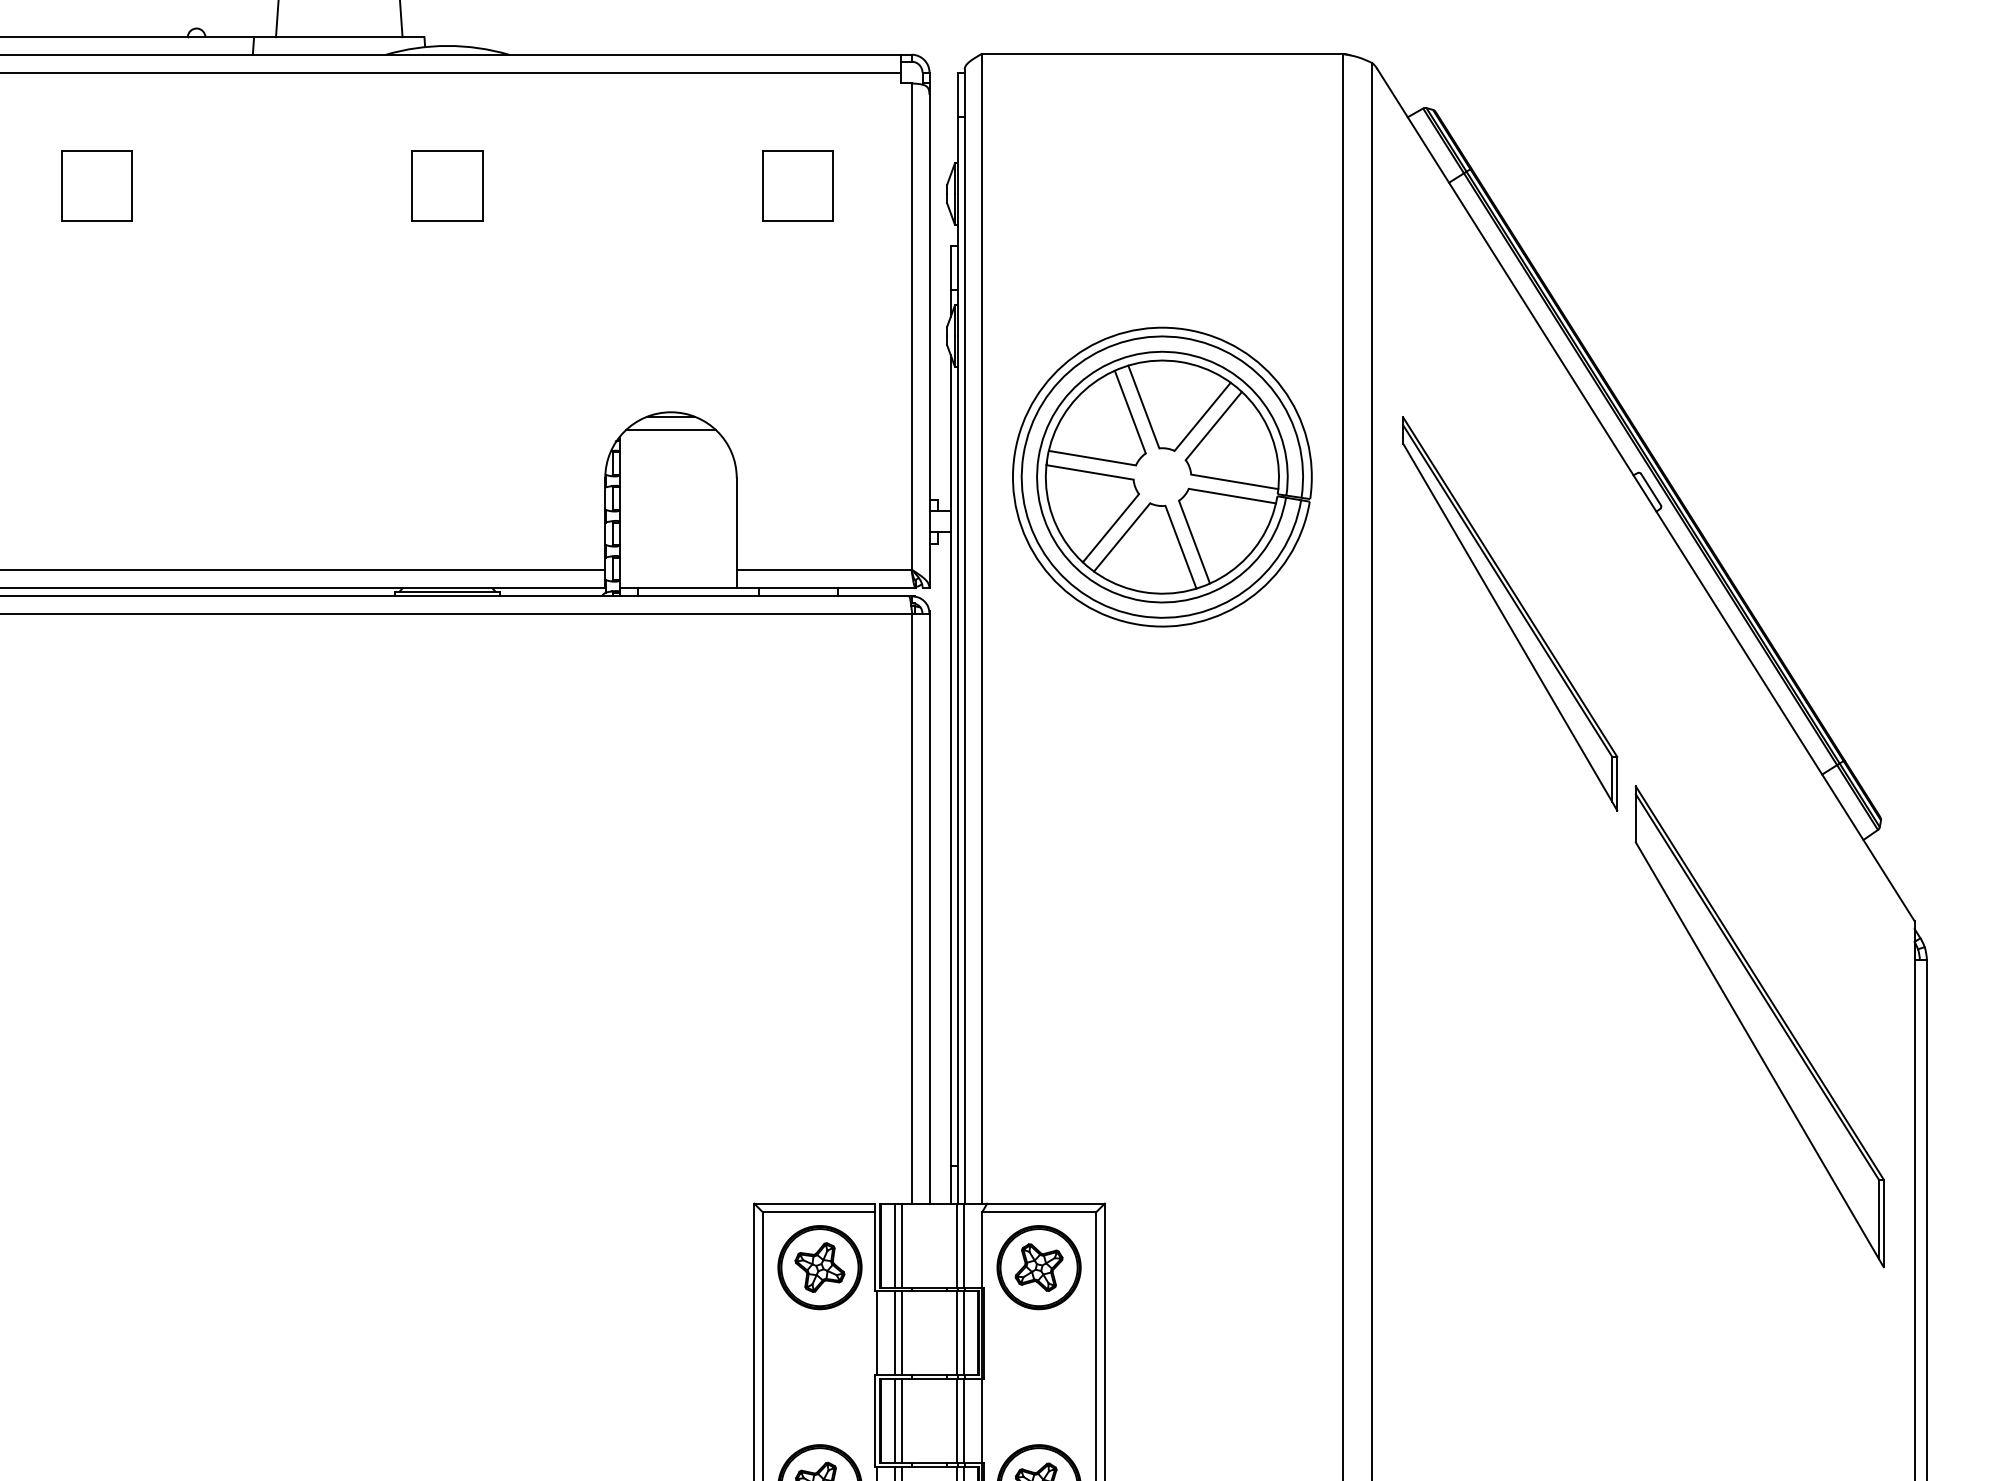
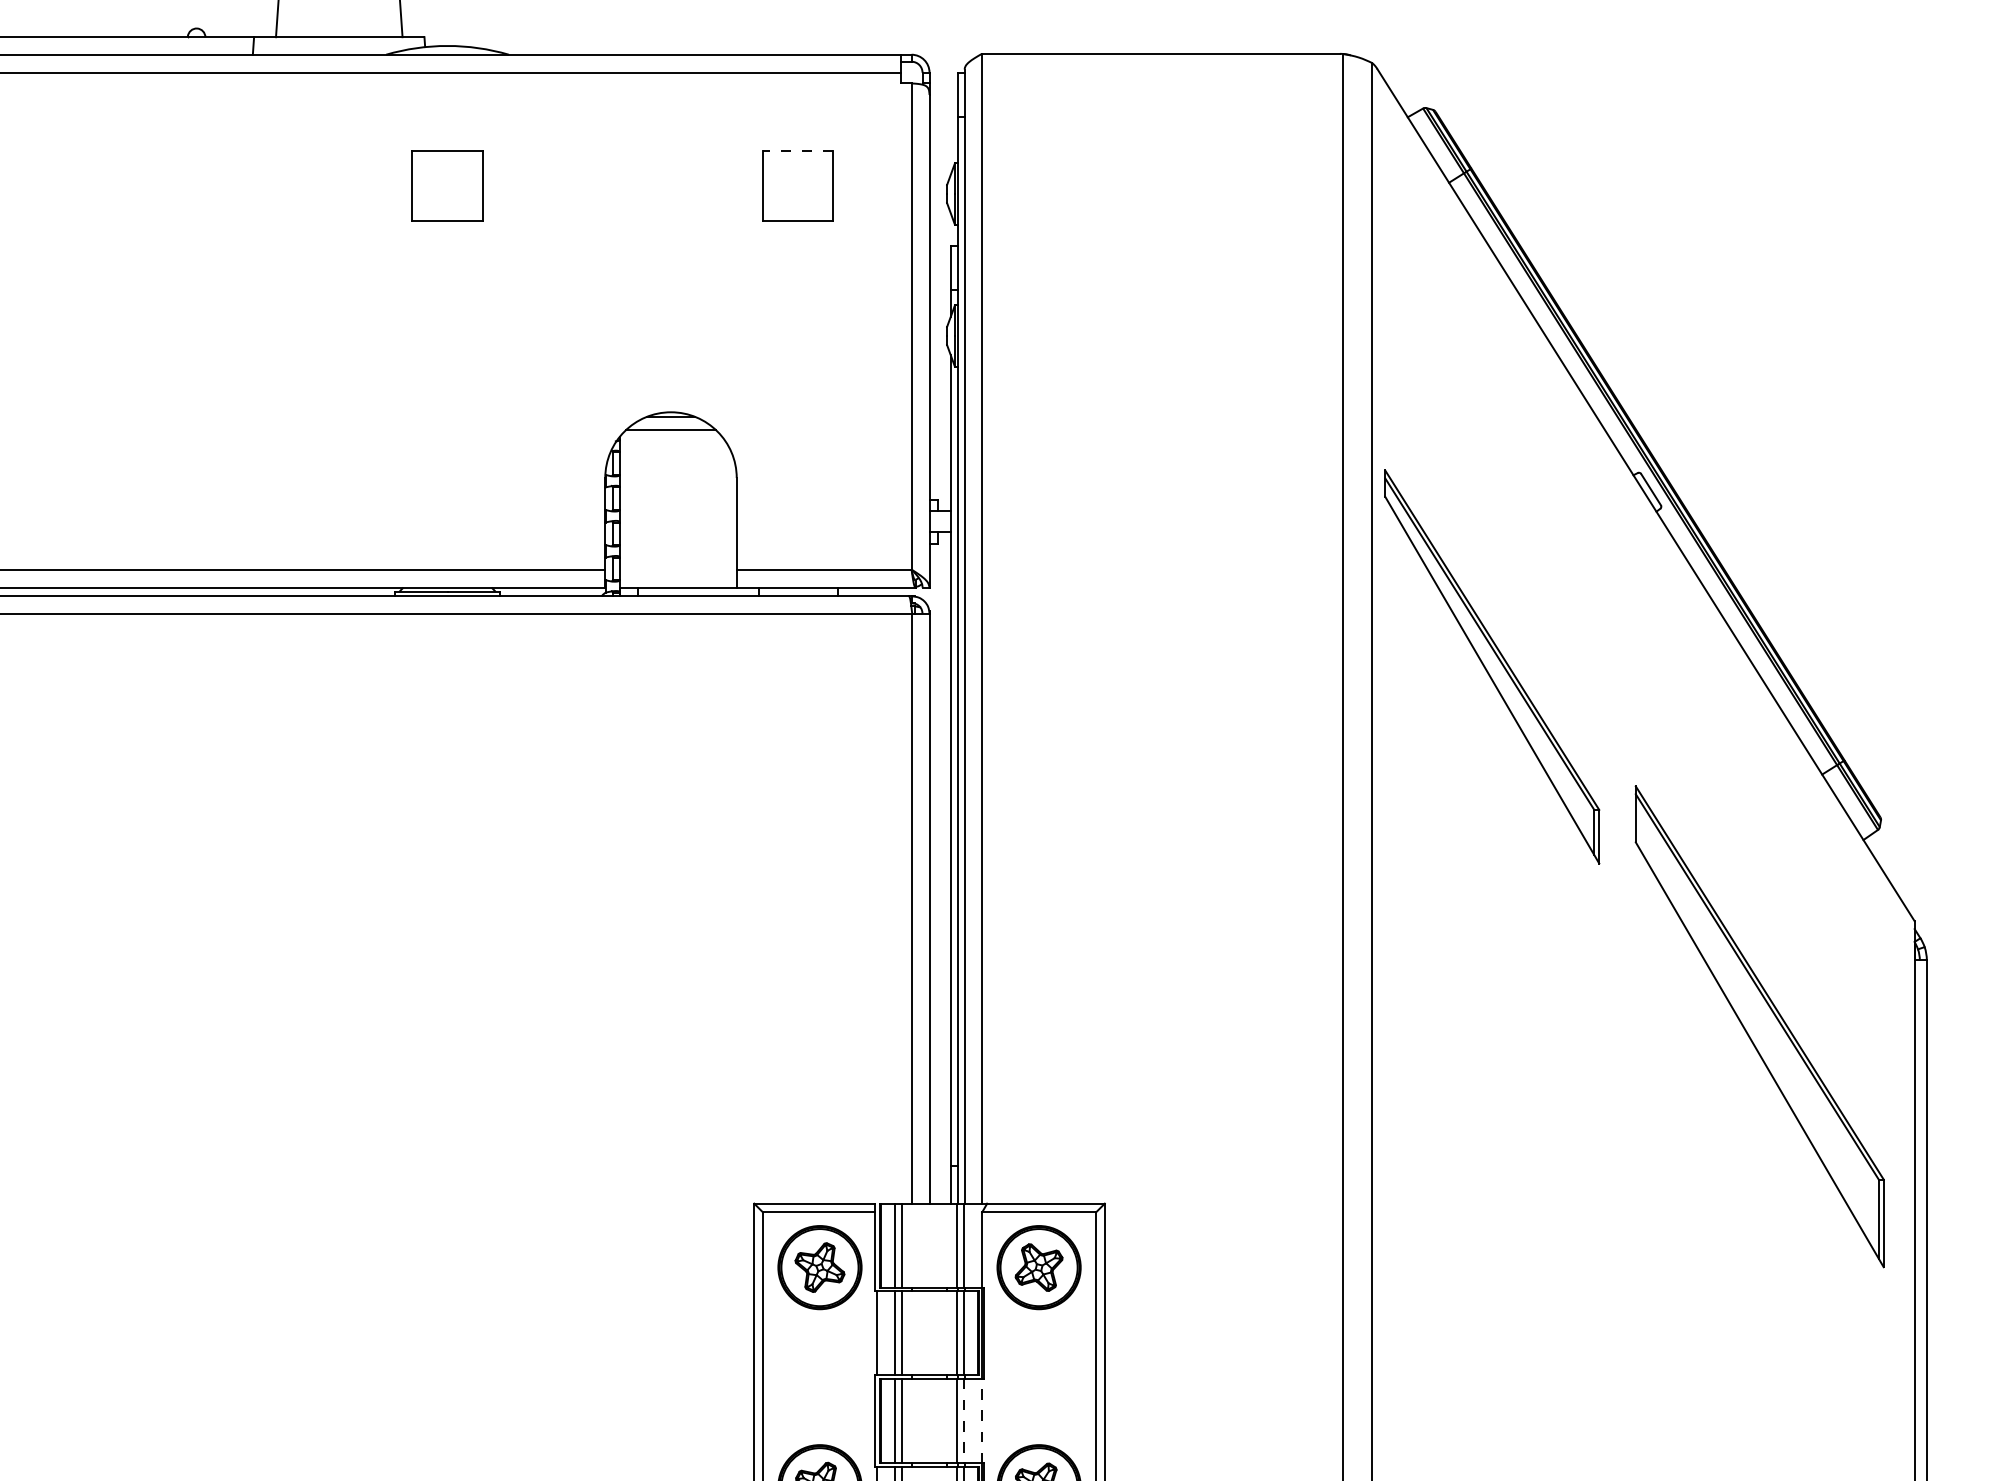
line at (797, 151): solid -> dashed
part at (96, 185): present -> none
part at (1162, 476): present -> none
part at (1510, 613) position: (1510, 613) -> (1492, 666)
line at (982, 1420): solid -> dashed
line at (964, 1421): solid -> dashed
